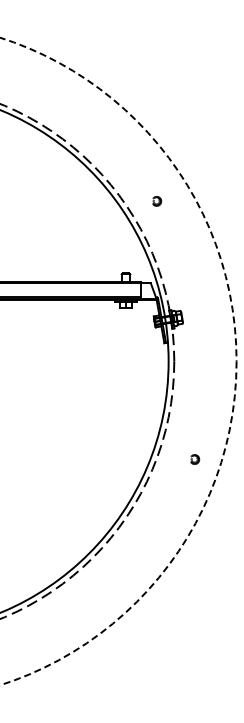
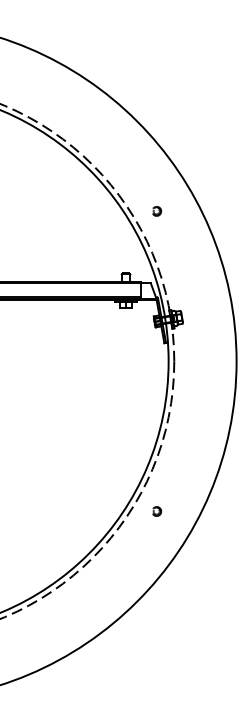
part at (157, 201) position: (157, 201) -> (157, 211)
circle at (118, 361): dashed -> solid
part at (195, 459) position: (195, 459) -> (157, 511)
